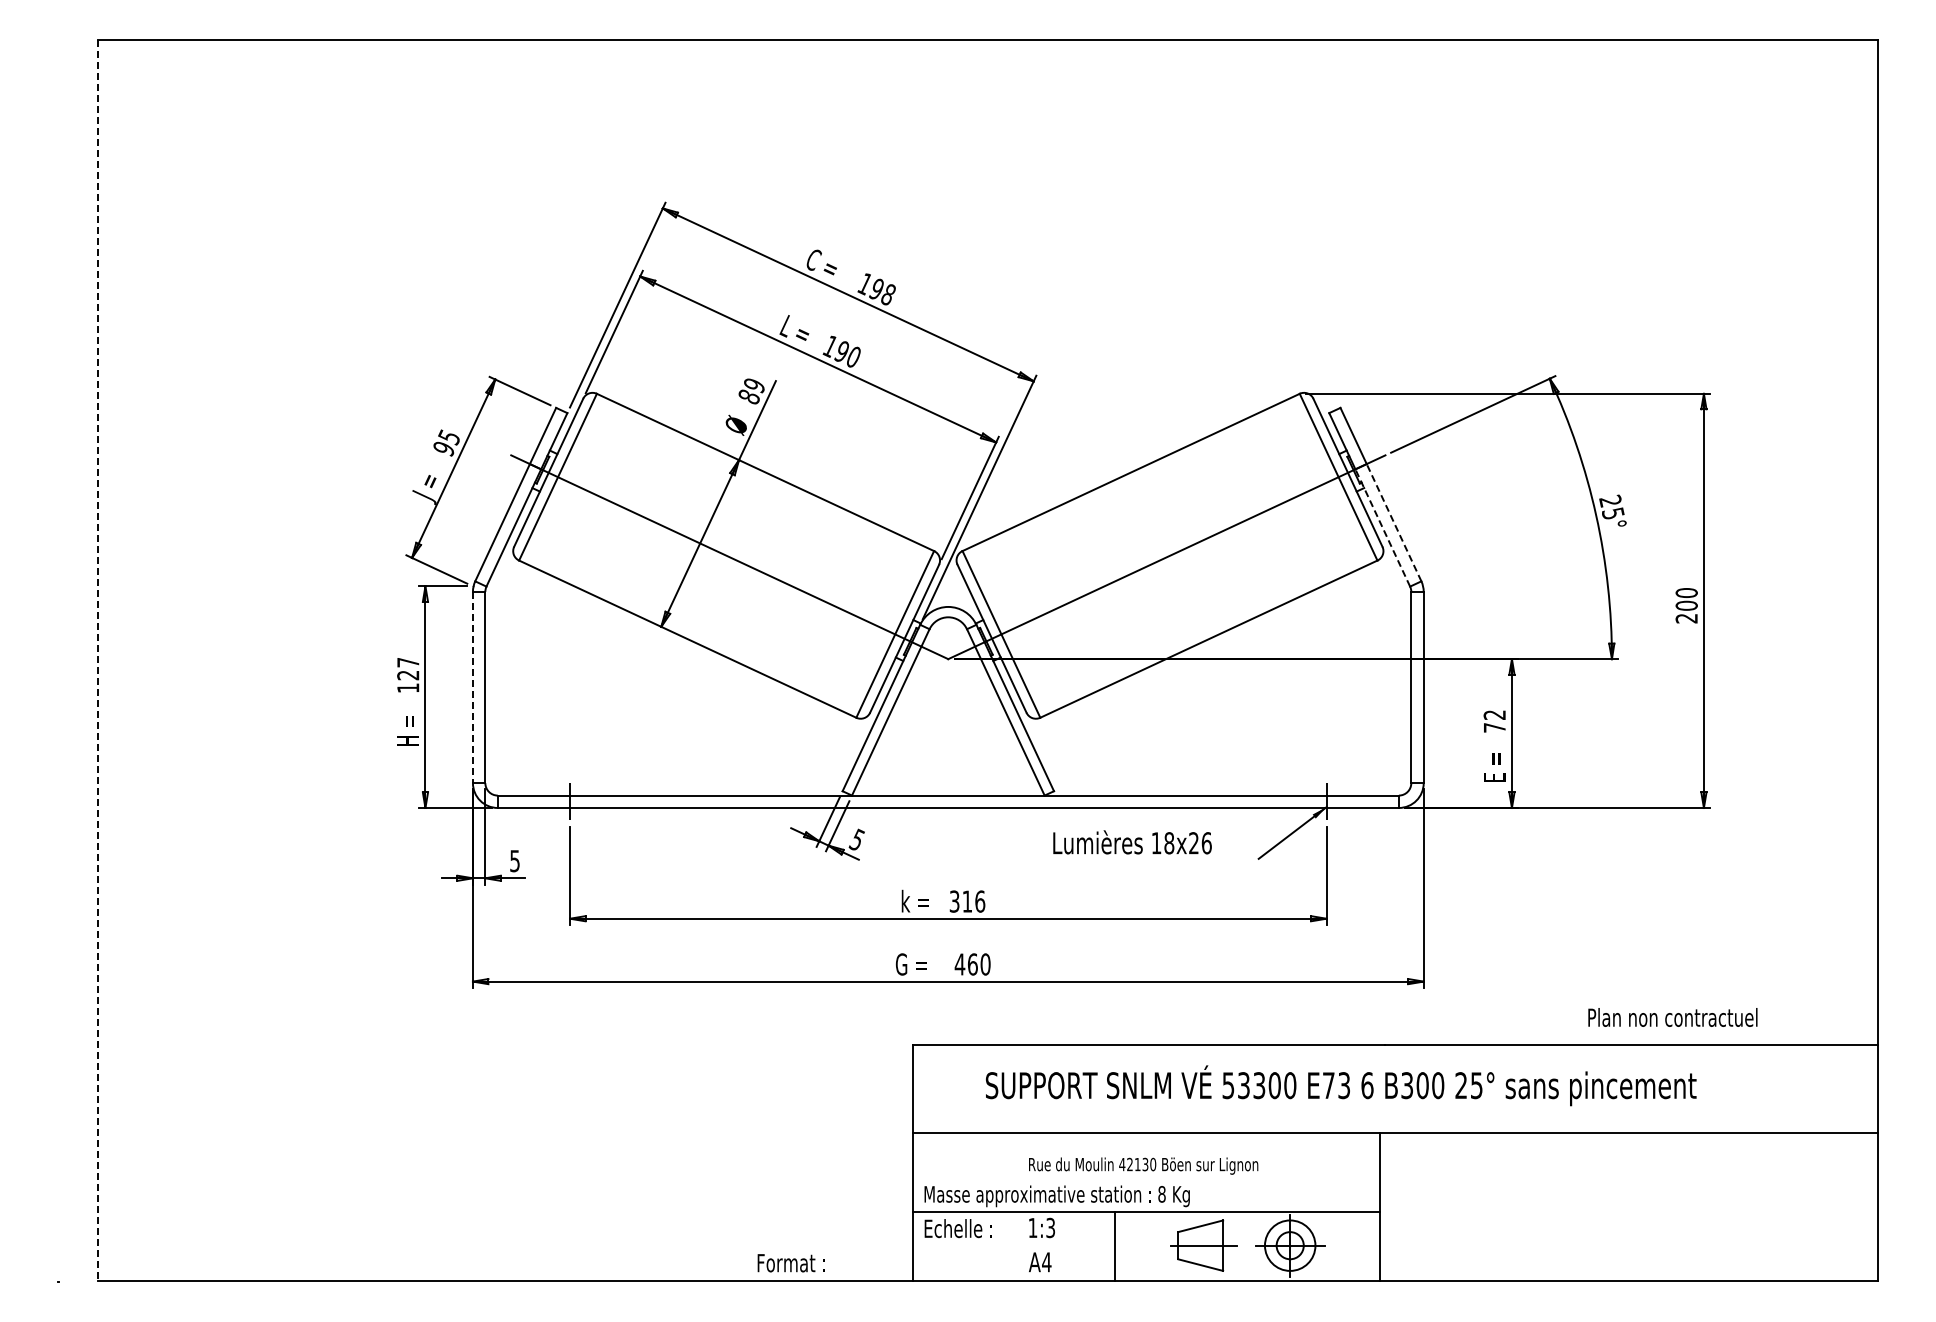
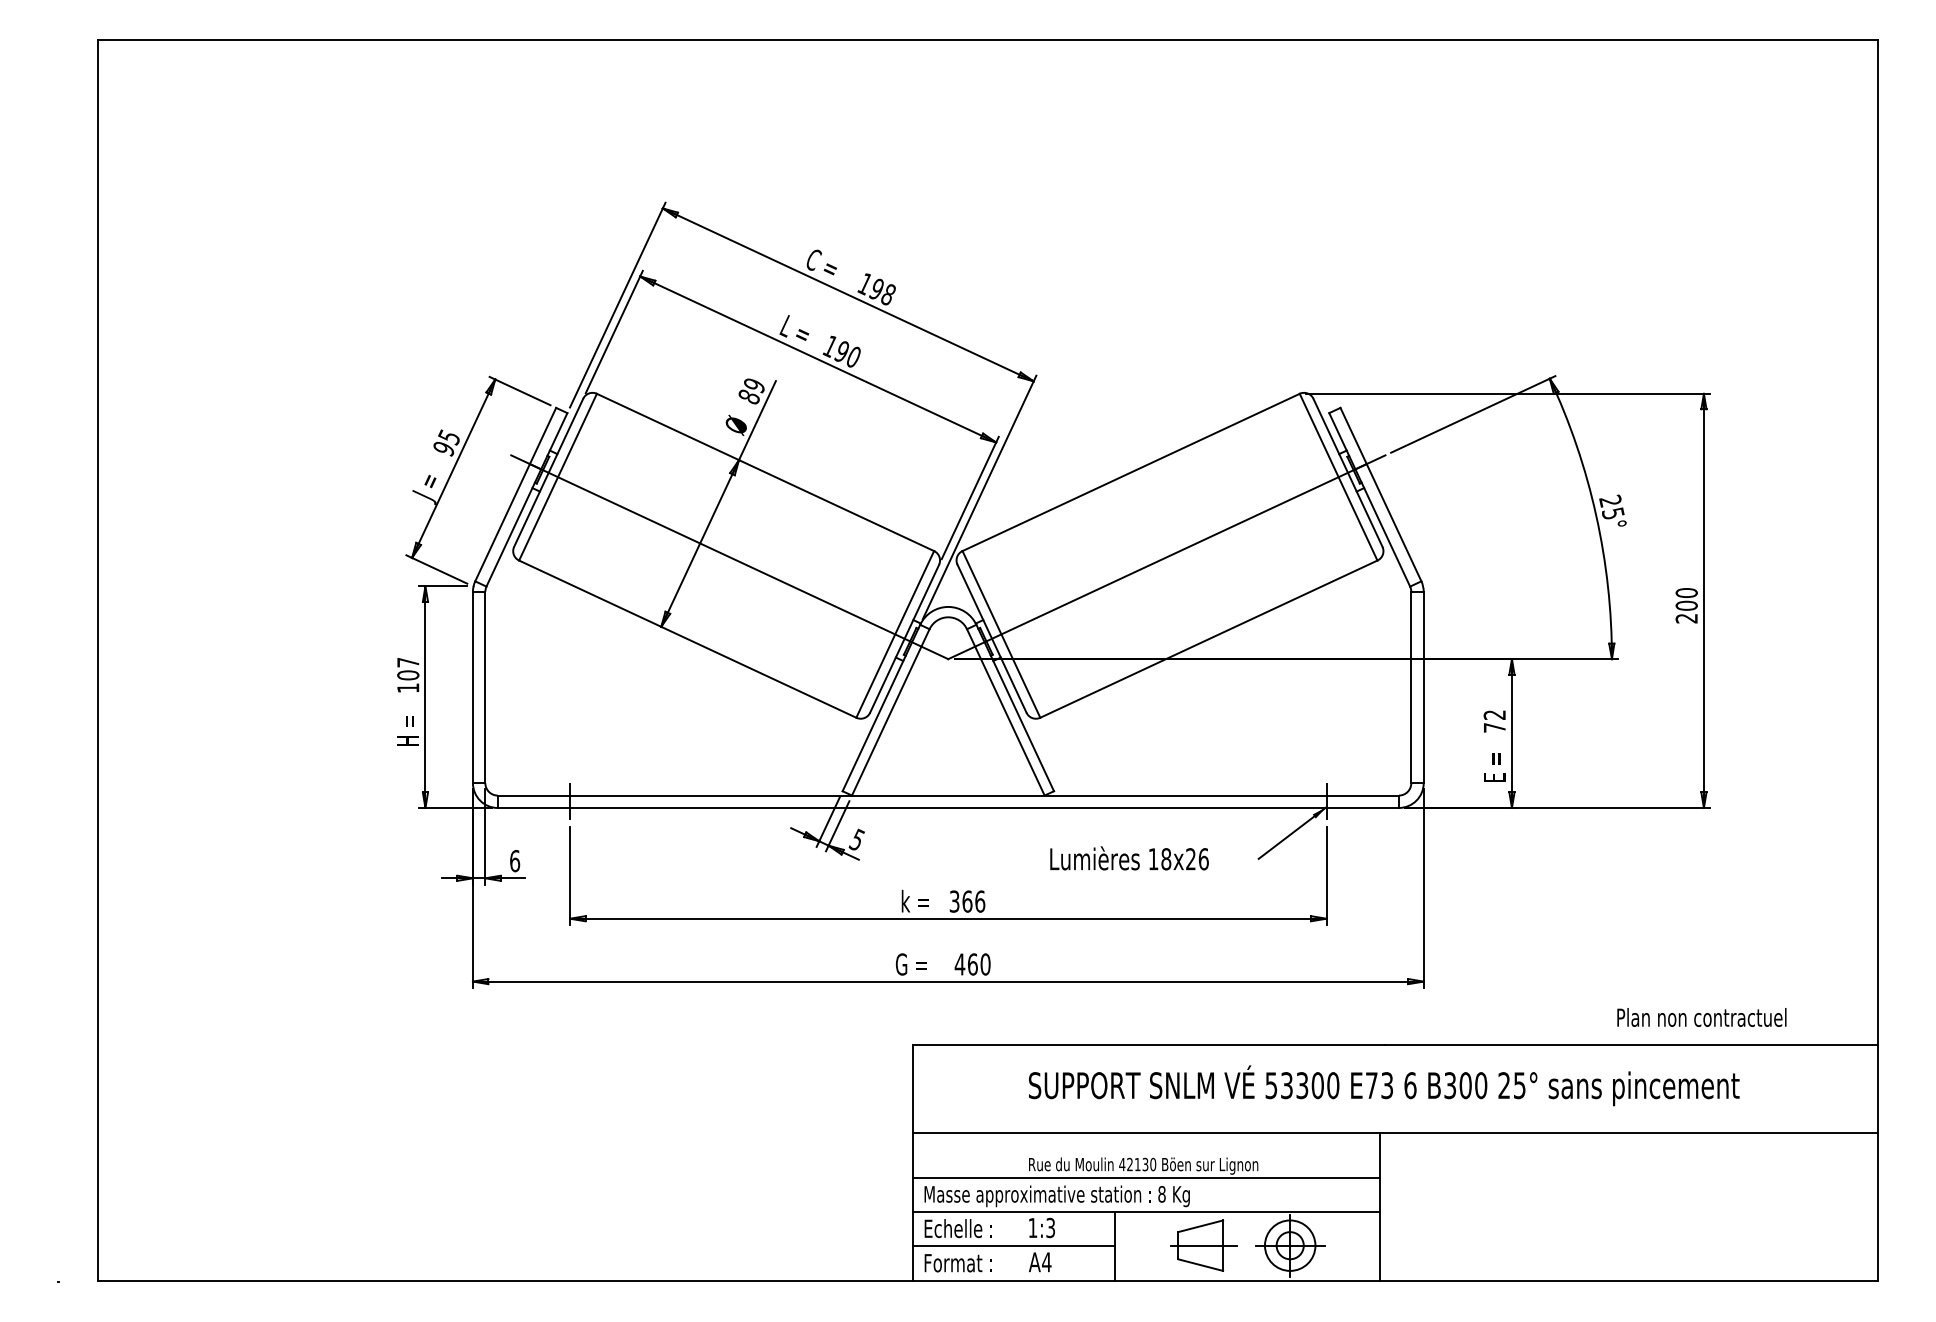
line at (1394, 522): dashed -> solid
line at (1382, 527): dashed -> solid
line at (98, 660): dashed -> solid
text at (408, 675): 127 -> 107
line at (472, 687): dashed -> solid
text at (1132, 842) position: (1132, 842) -> (1129, 858)
text at (515, 861): 5 -> 6
text at (967, 901): 316 -> 366
text at (1672, 1017) position: (1672, 1017) -> (1701, 1017)
text at (1341, 1085) position: (1341, 1085) -> (1384, 1085)
line at (1146, 1178): none -> present
line at (1014, 1246): none -> present
text at (790, 1263) position: (790, 1263) -> (957, 1263)
